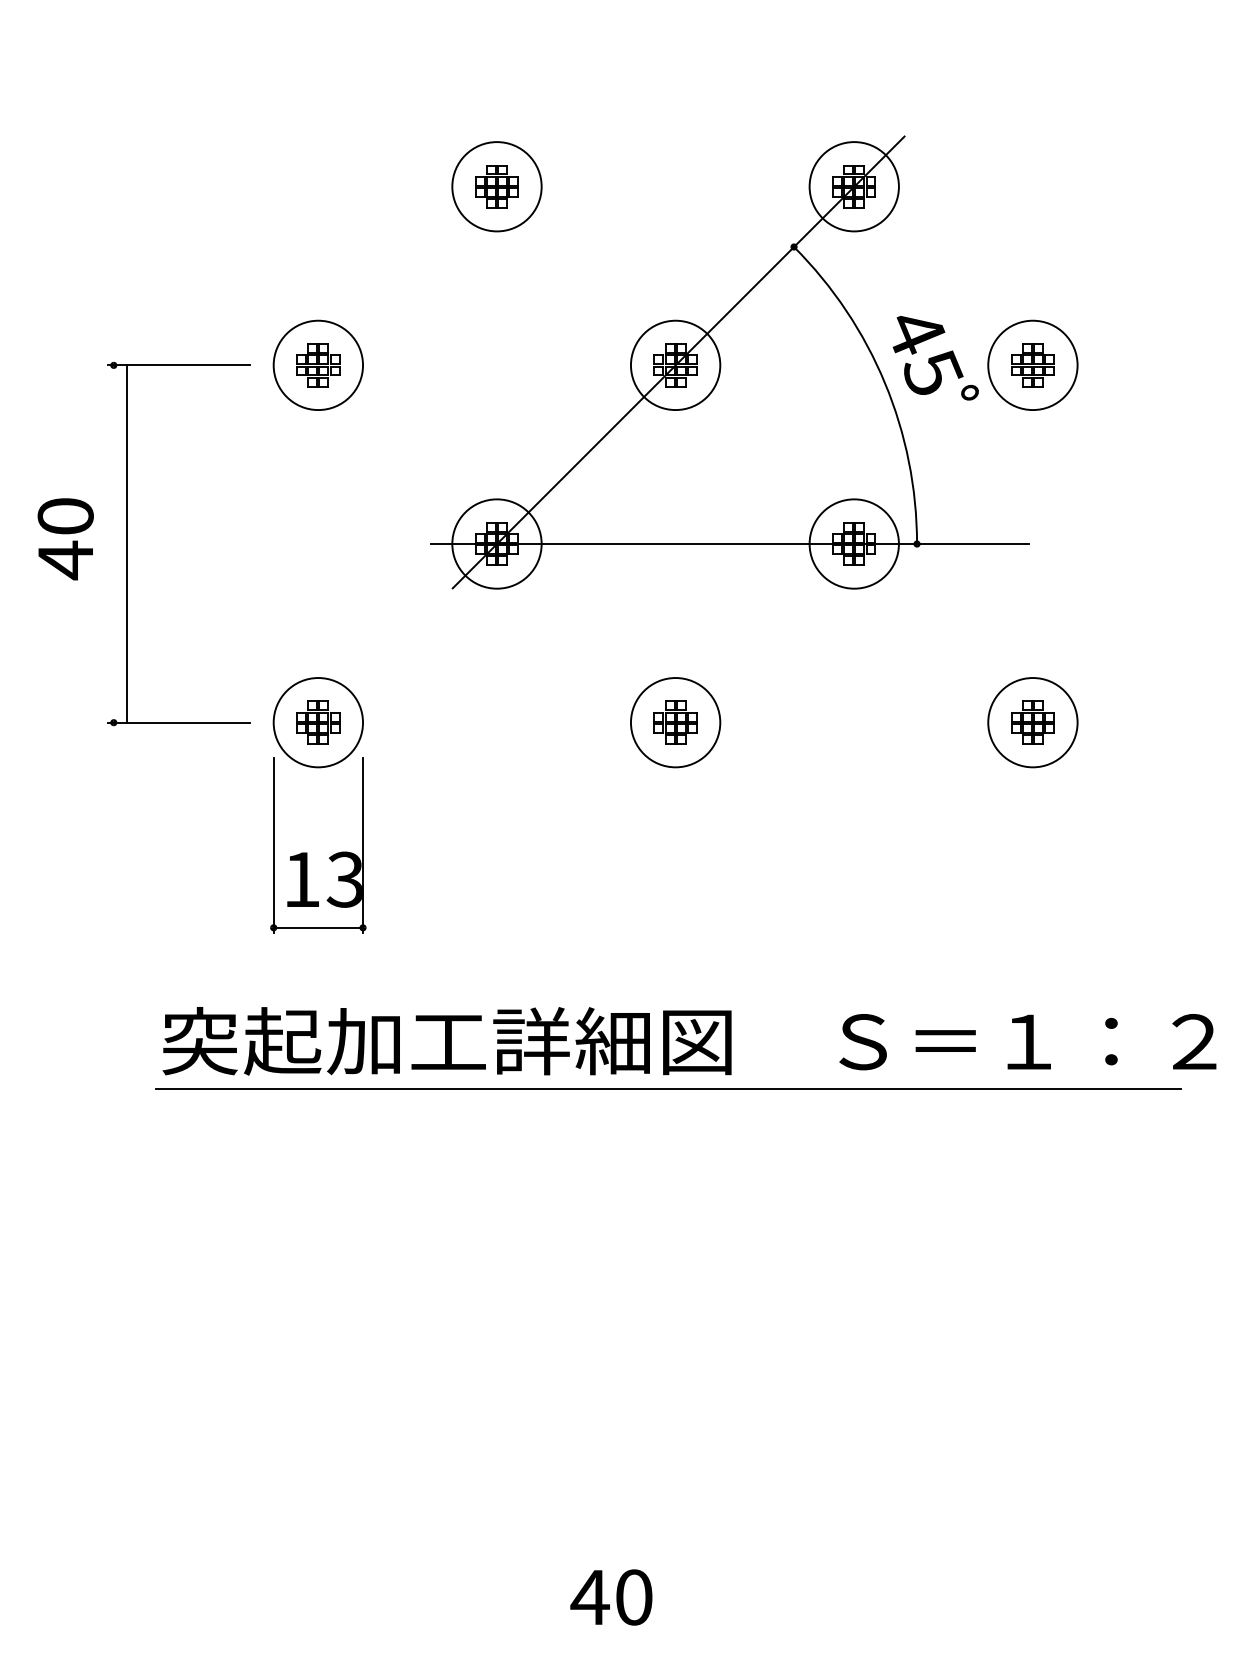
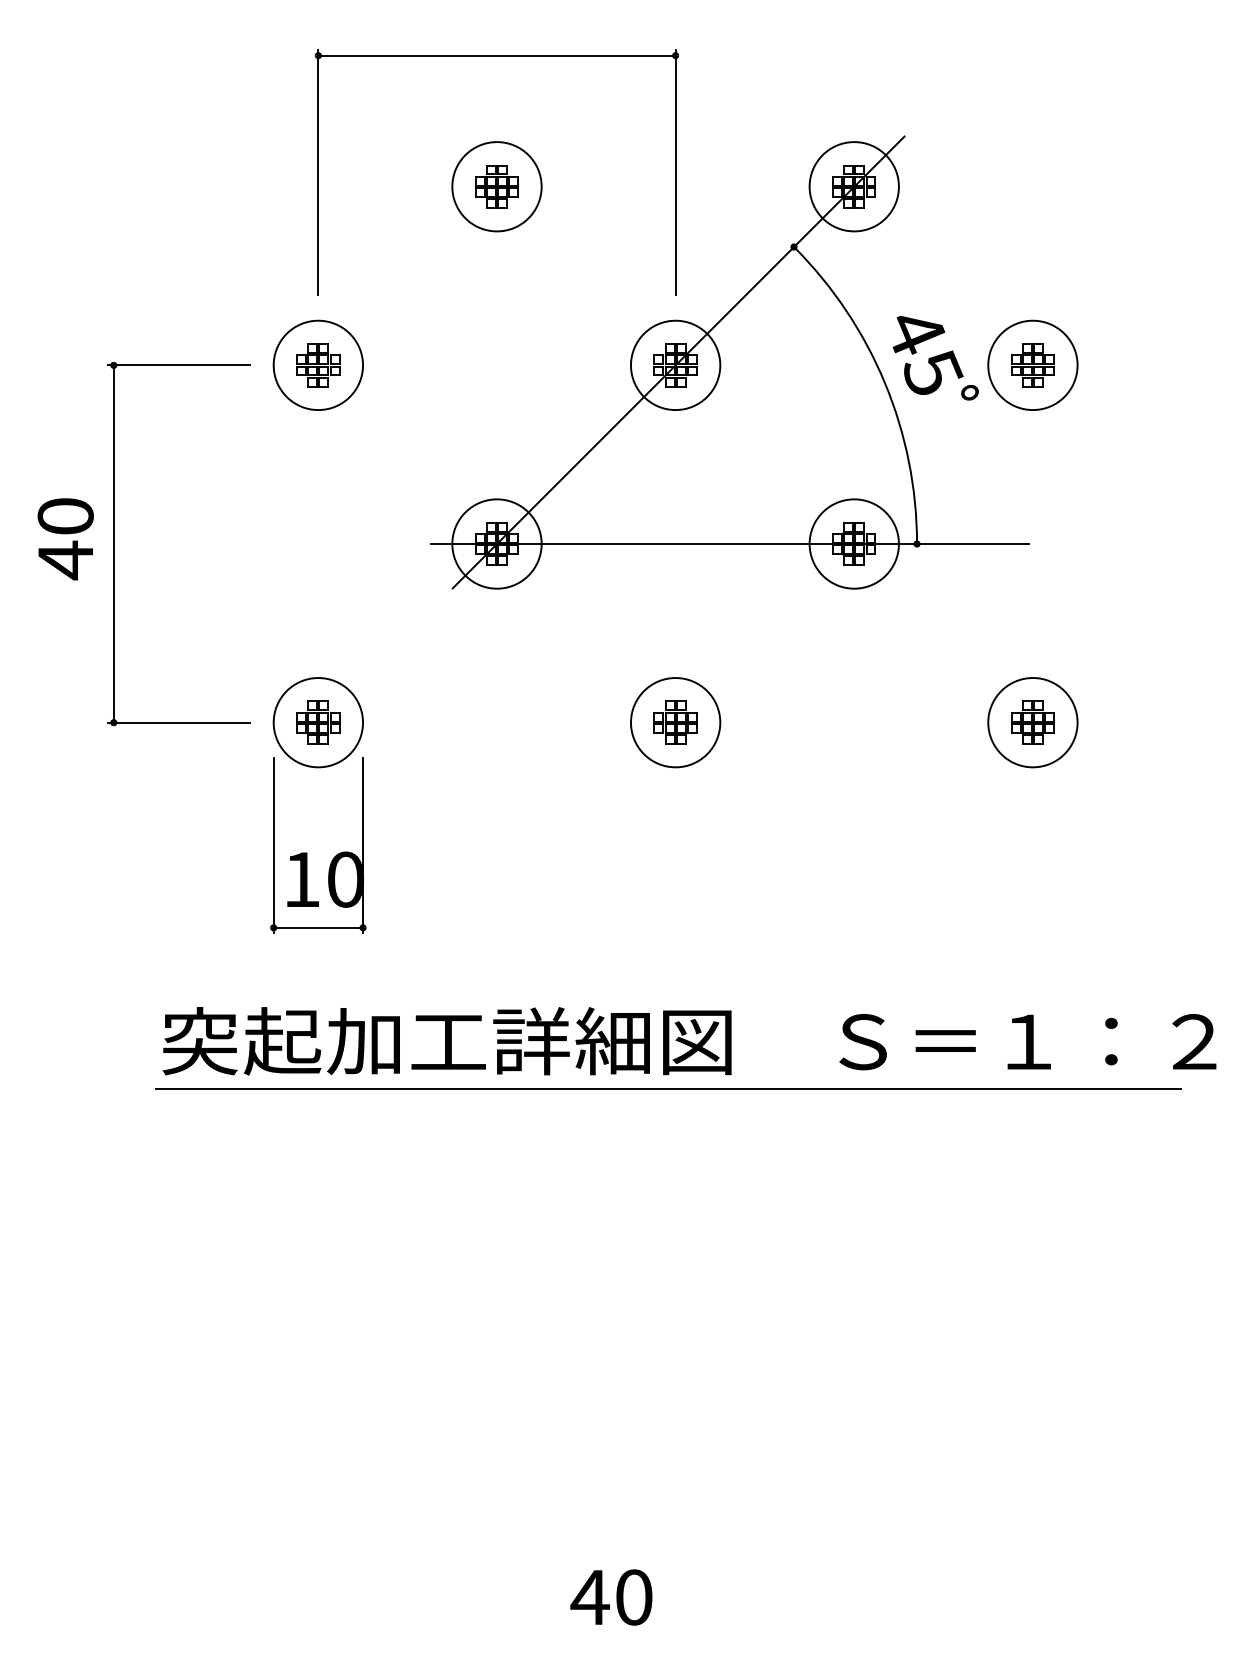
part at (496, 56): none -> present
line at (126, 543) position: (126, 543) -> (113, 543)
text at (345, 879): 13 -> 10
